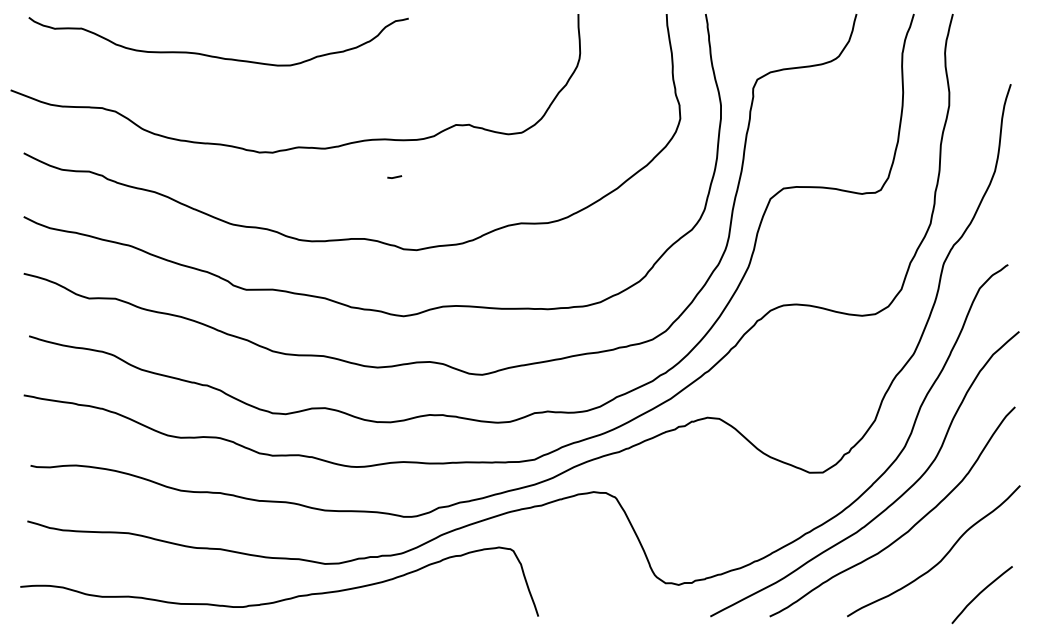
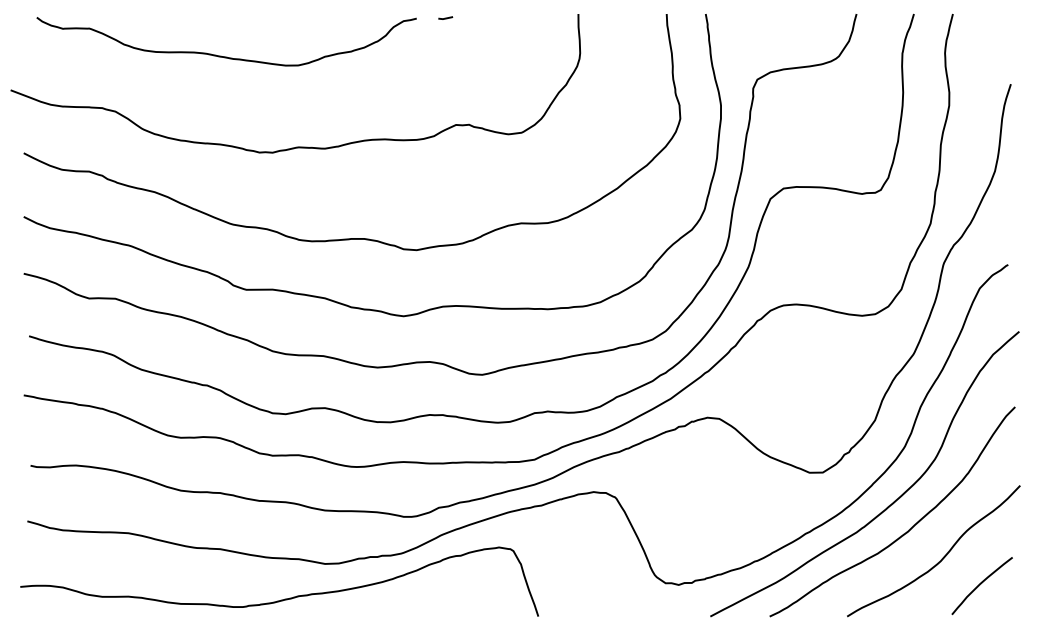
curve at (213, 55) position: (213, 55) -> (221, 55)
line at (394, 176) position: (394, 176) -> (445, 17)
curve at (980, 594) position: (980, 594) -> (980, 585)
